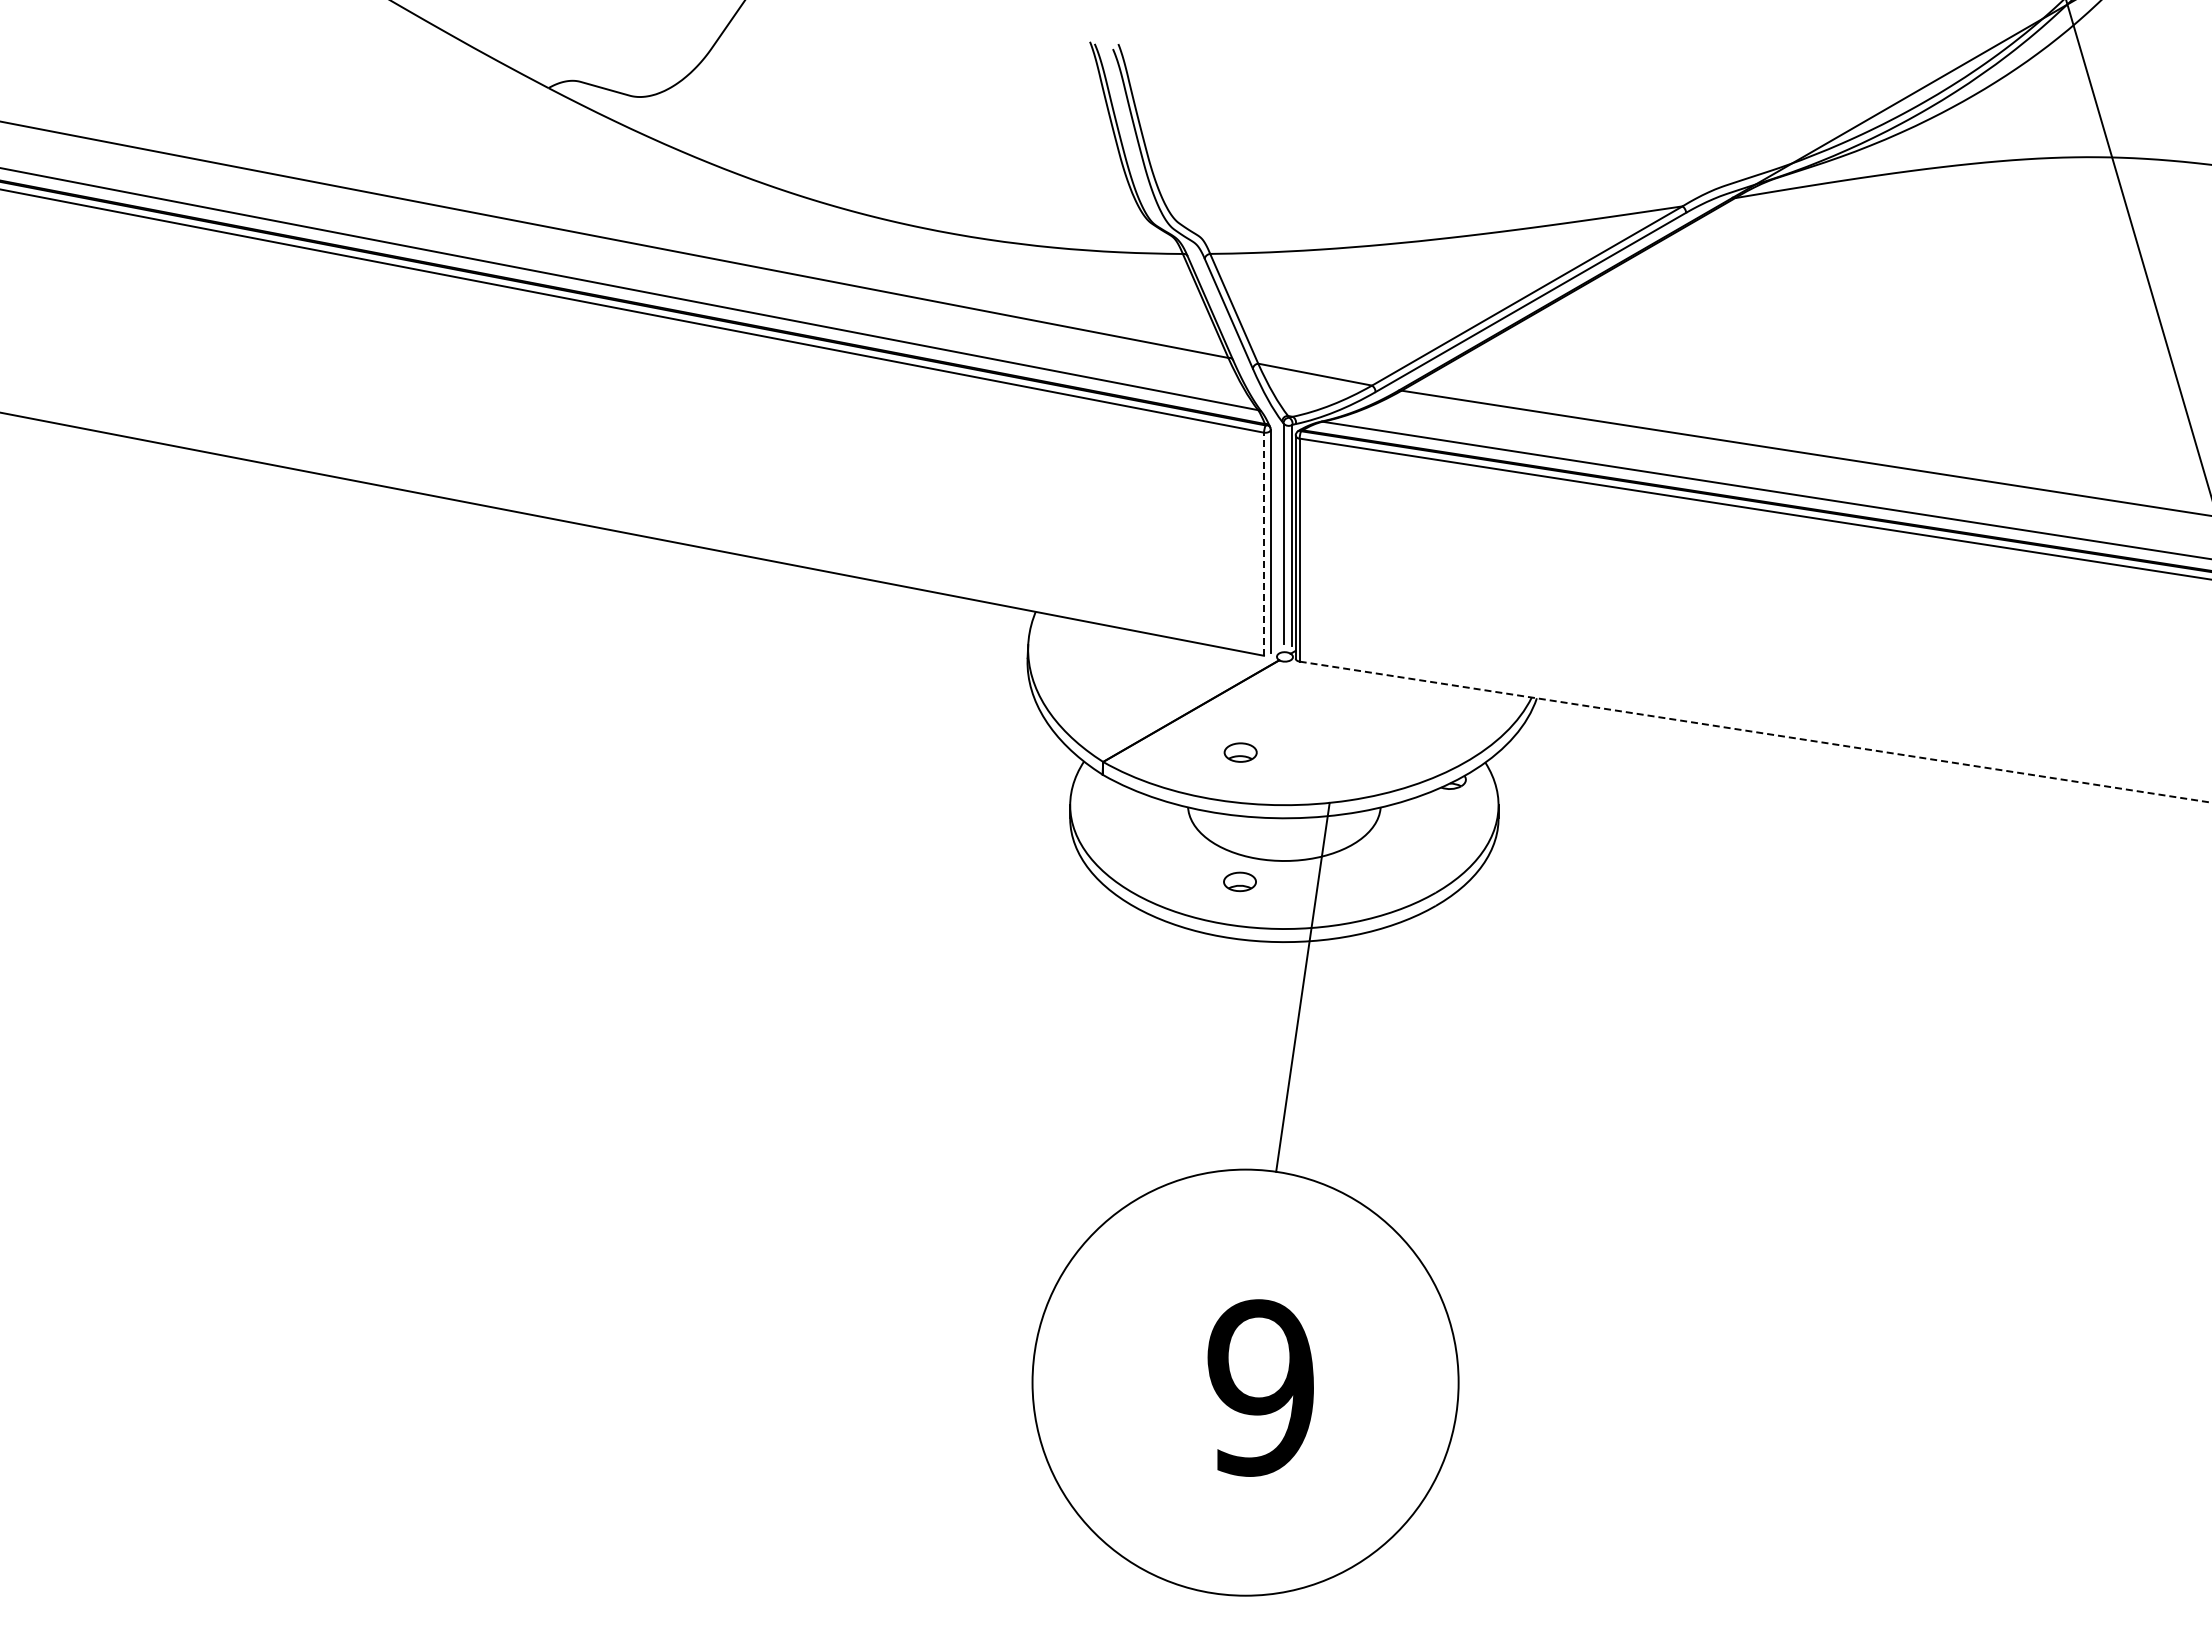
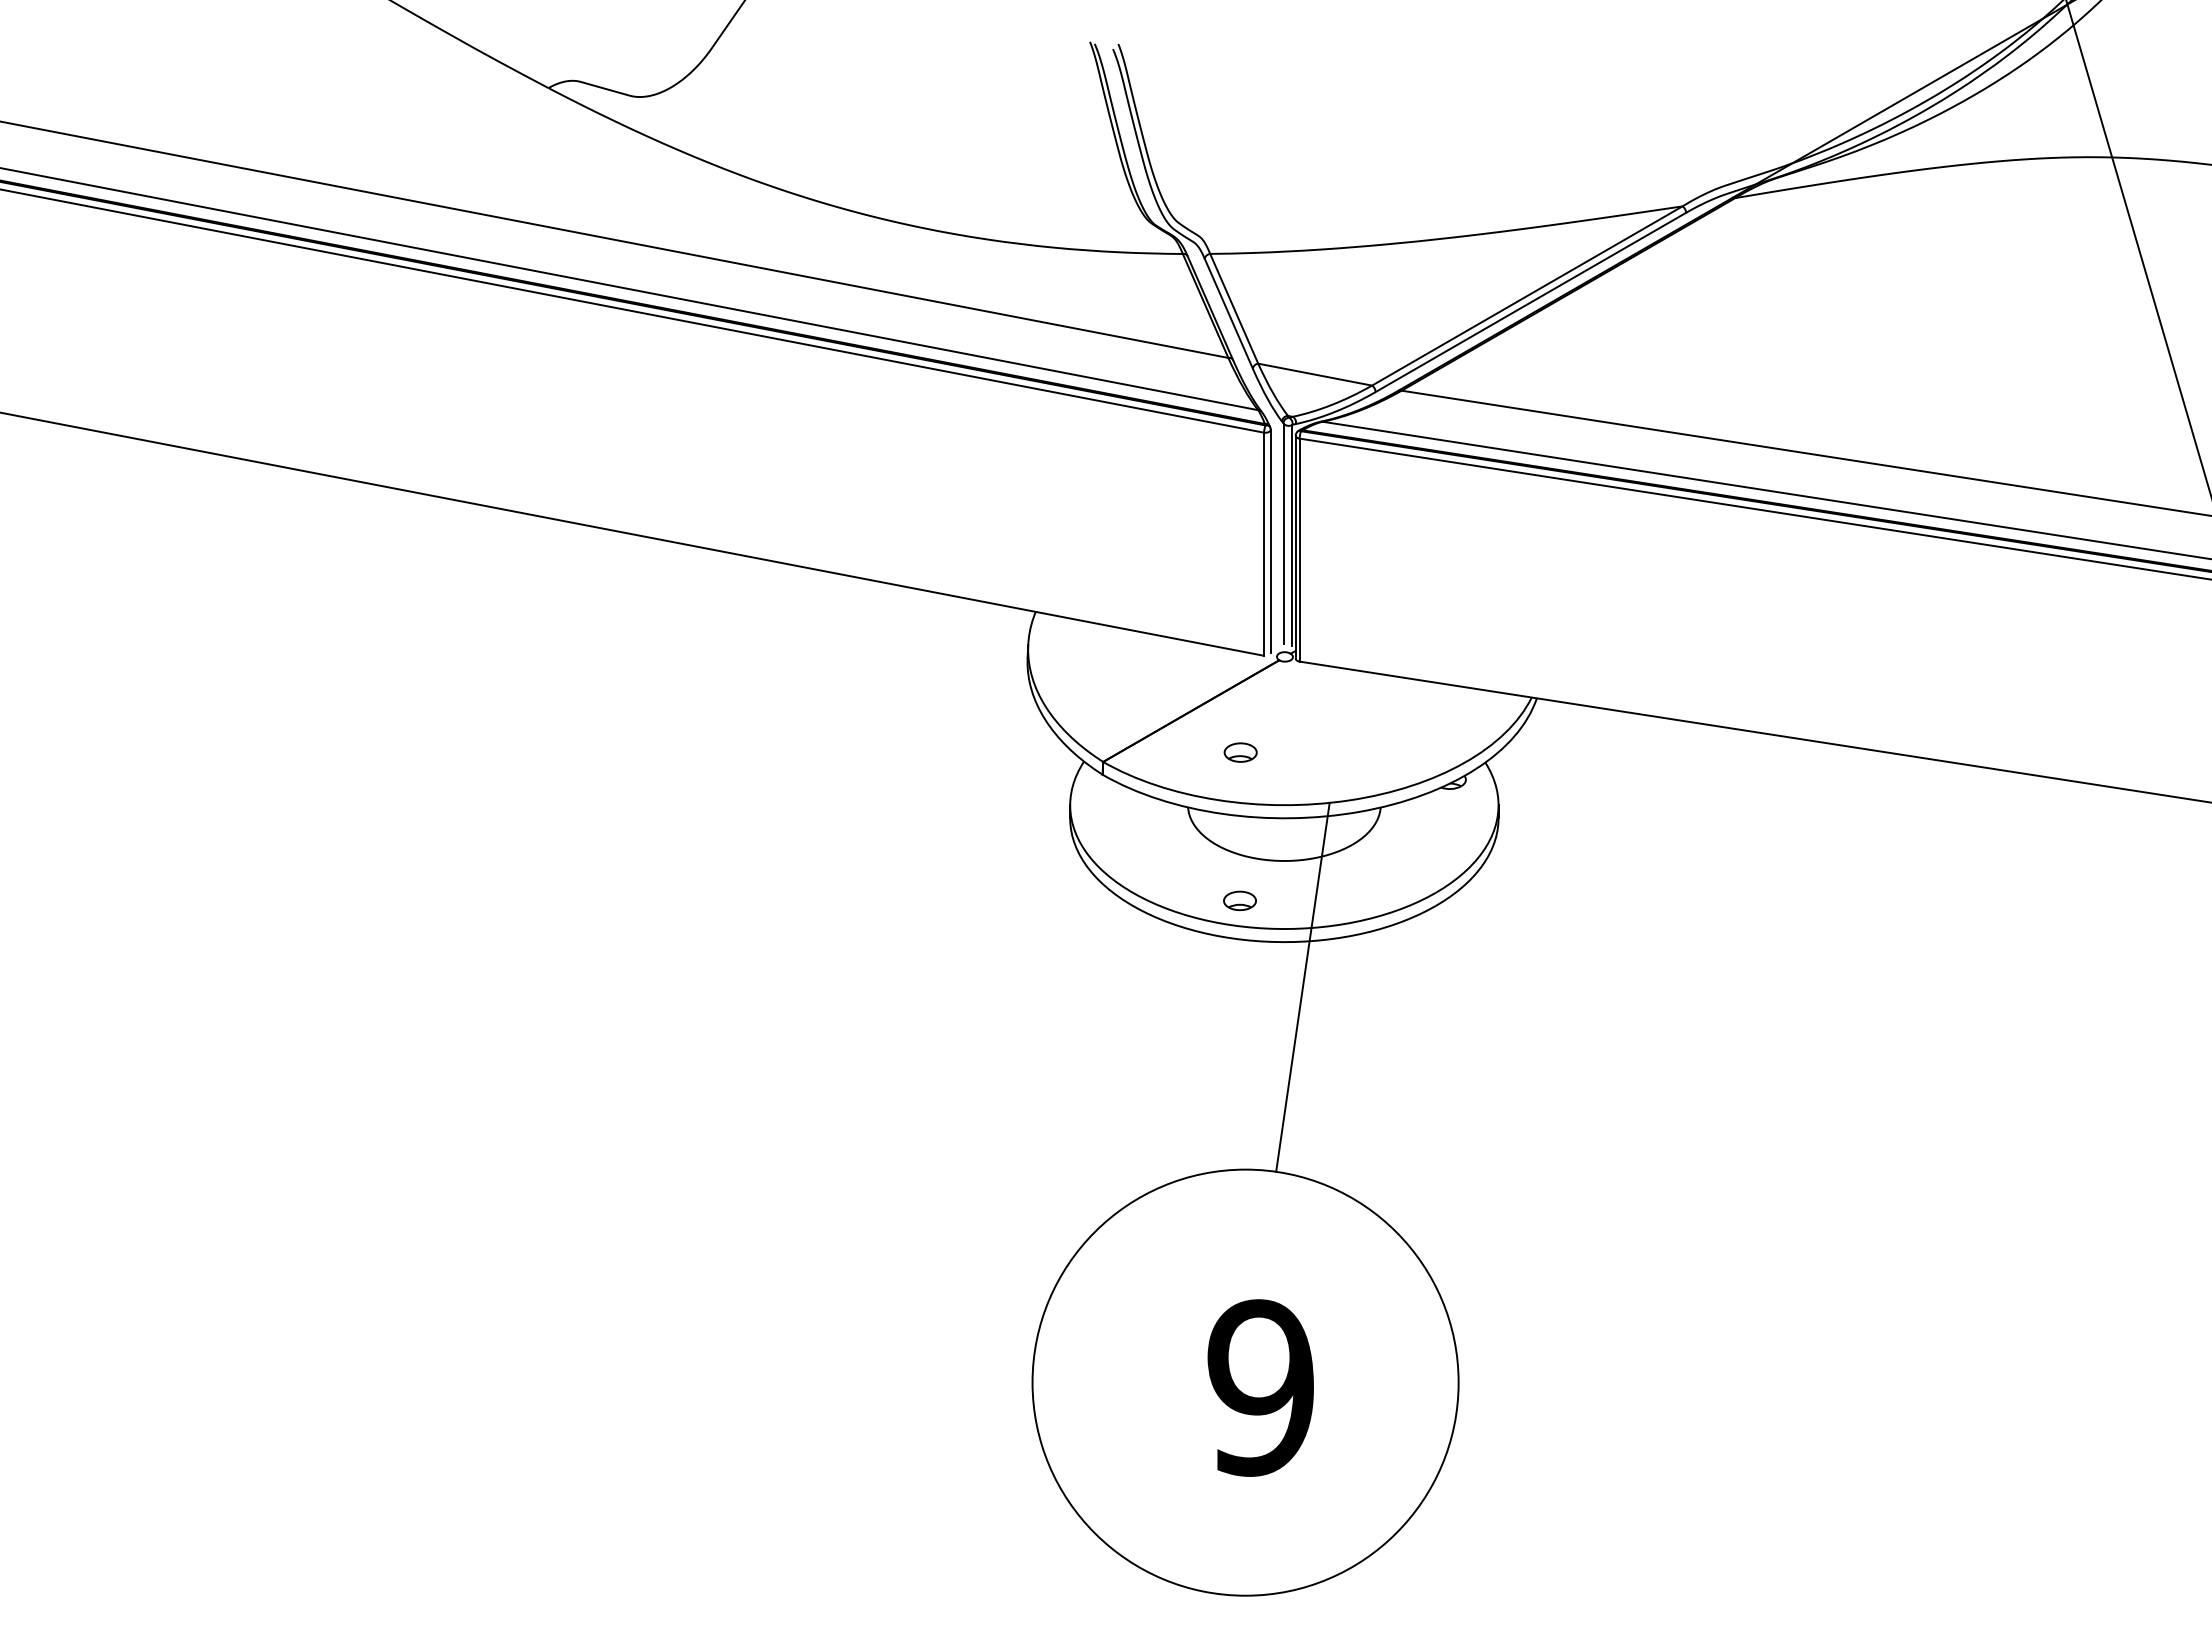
line at (1264, 544): dashed -> solid
line at (1756, 732): dashed -> solid
part at (1239, 881) position: (1239, 881) -> (1239, 900)
